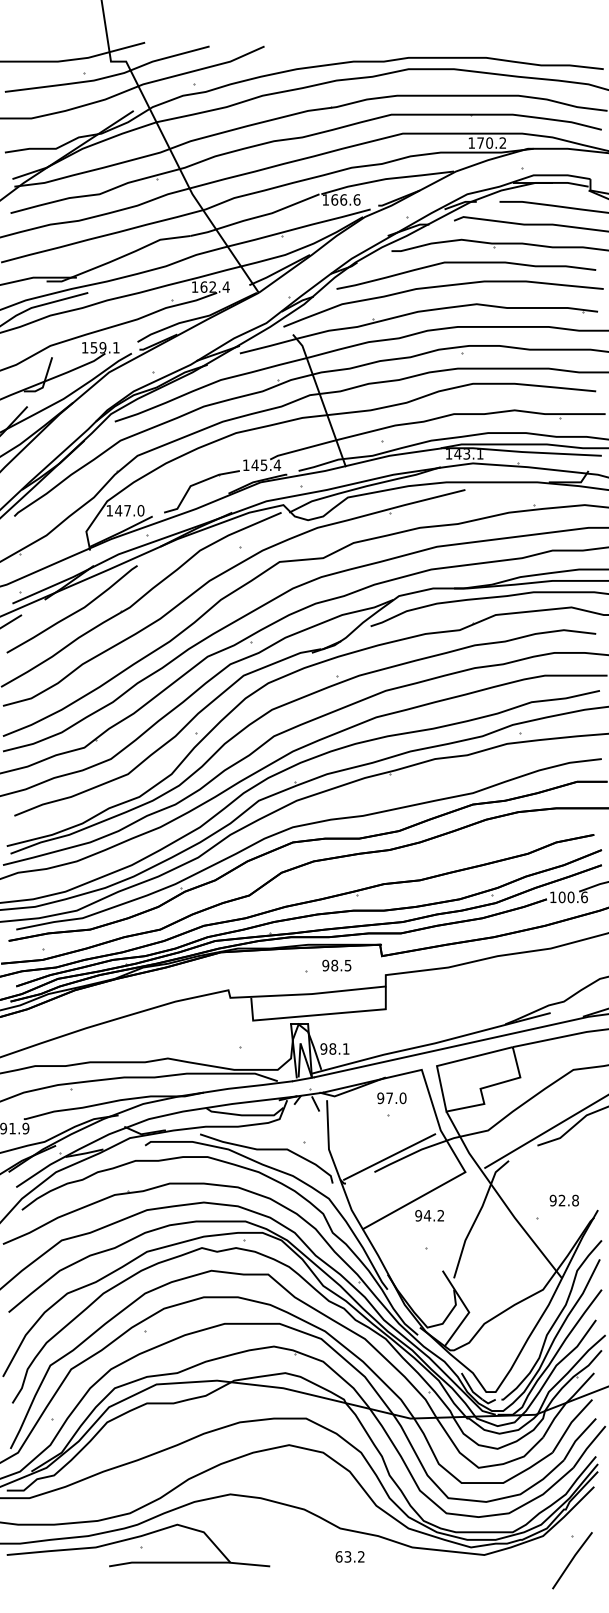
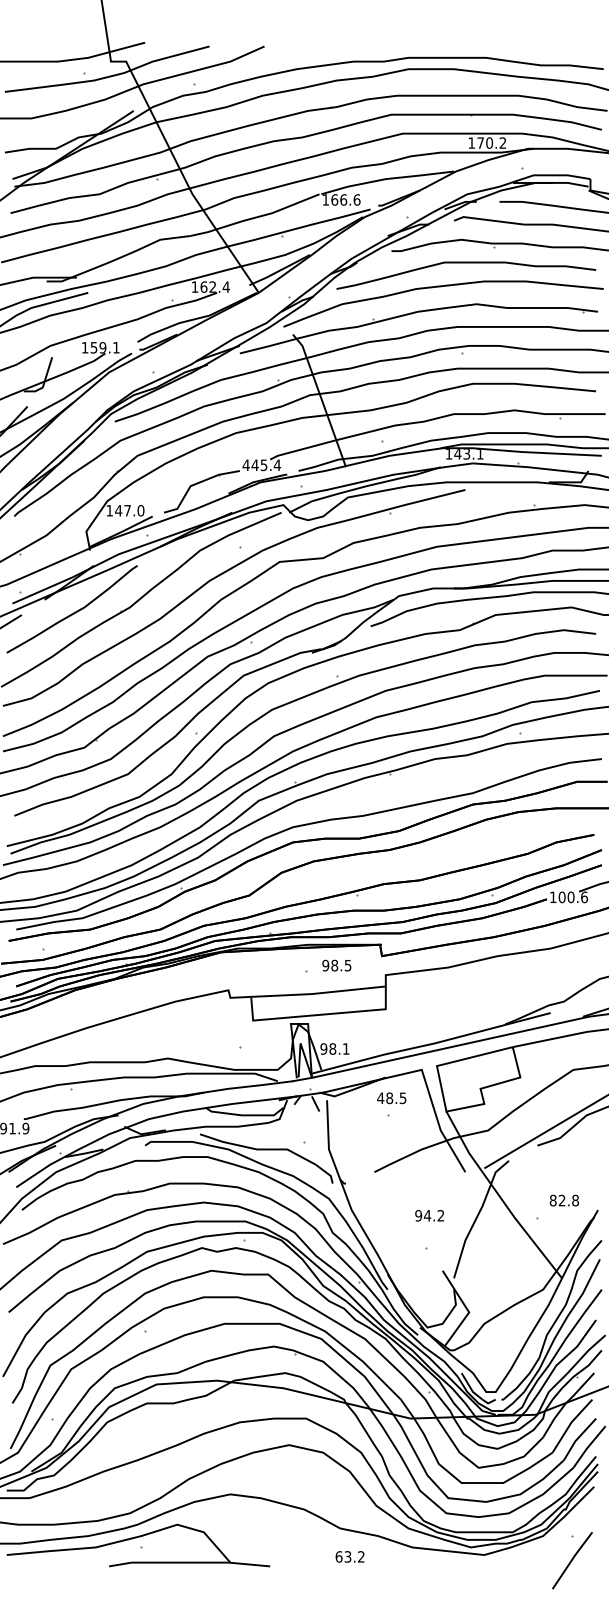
text at (245, 464): 145.4 -> 445.4
text at (391, 1098): 97.0 -> 48.5
line at (389, 1156): present -> none
line at (414, 1200): present -> none
text at (552, 1200): 92.8 -> 82.8
